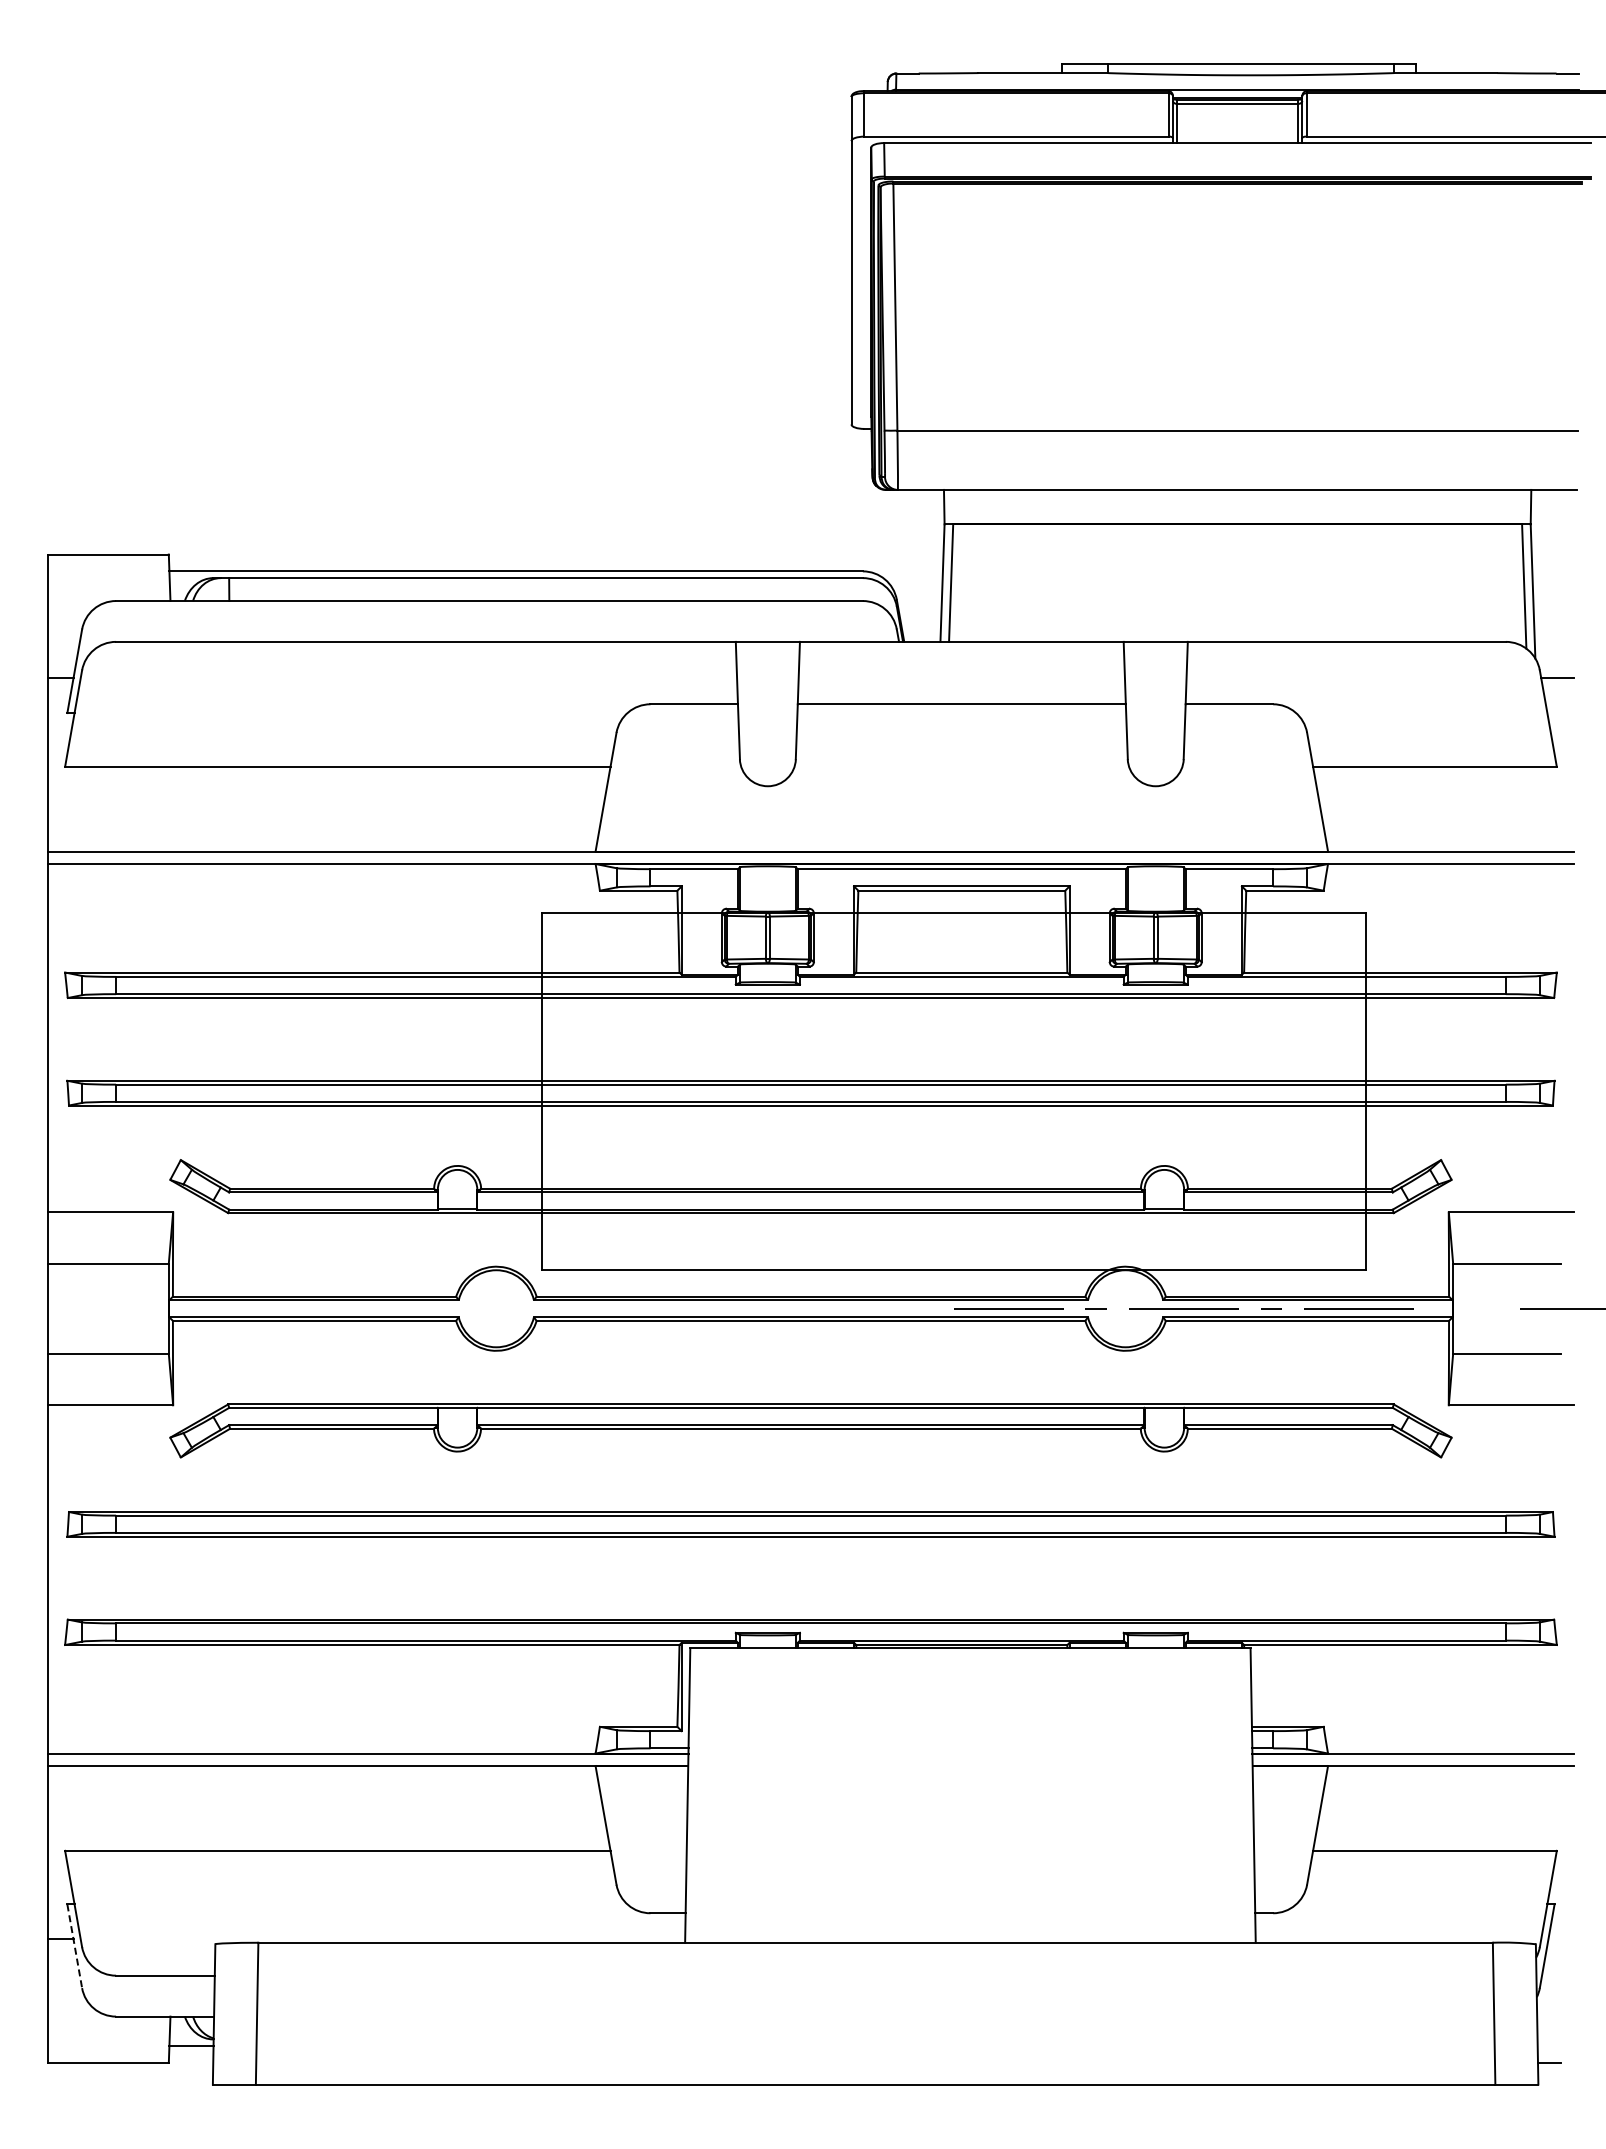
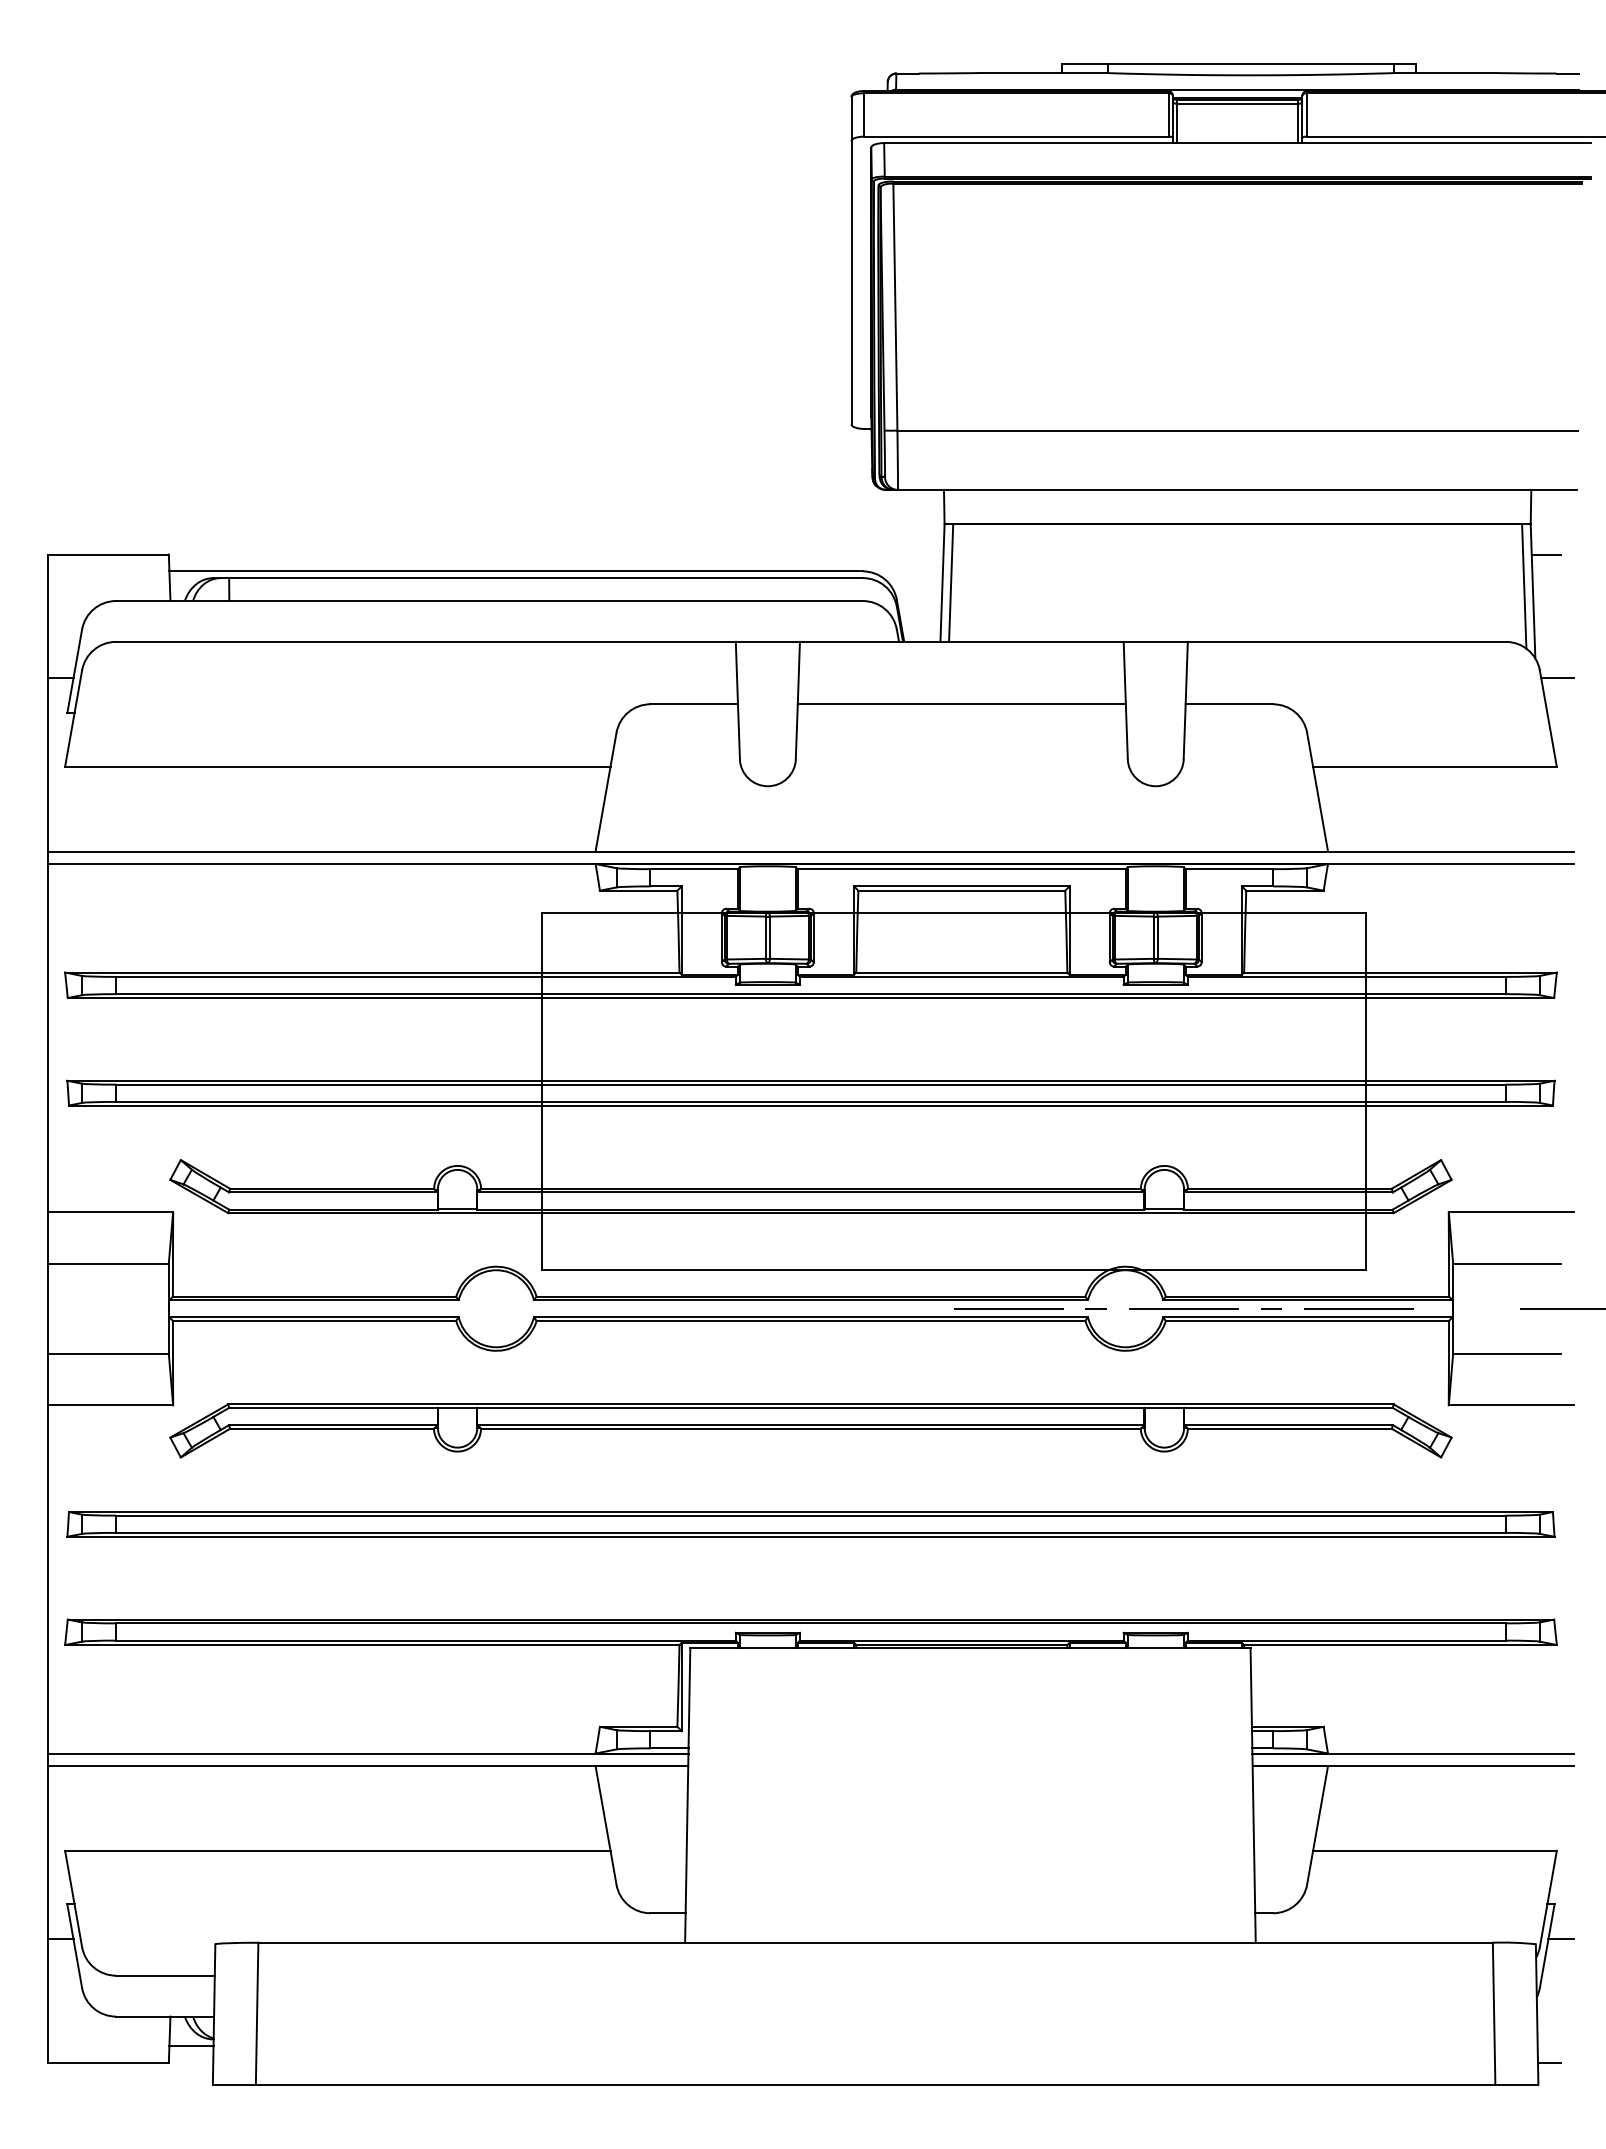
line at (1545, 554): none -> present
line at (1560, 1939): none -> present
line at (74, 1946): dashed -> solid
